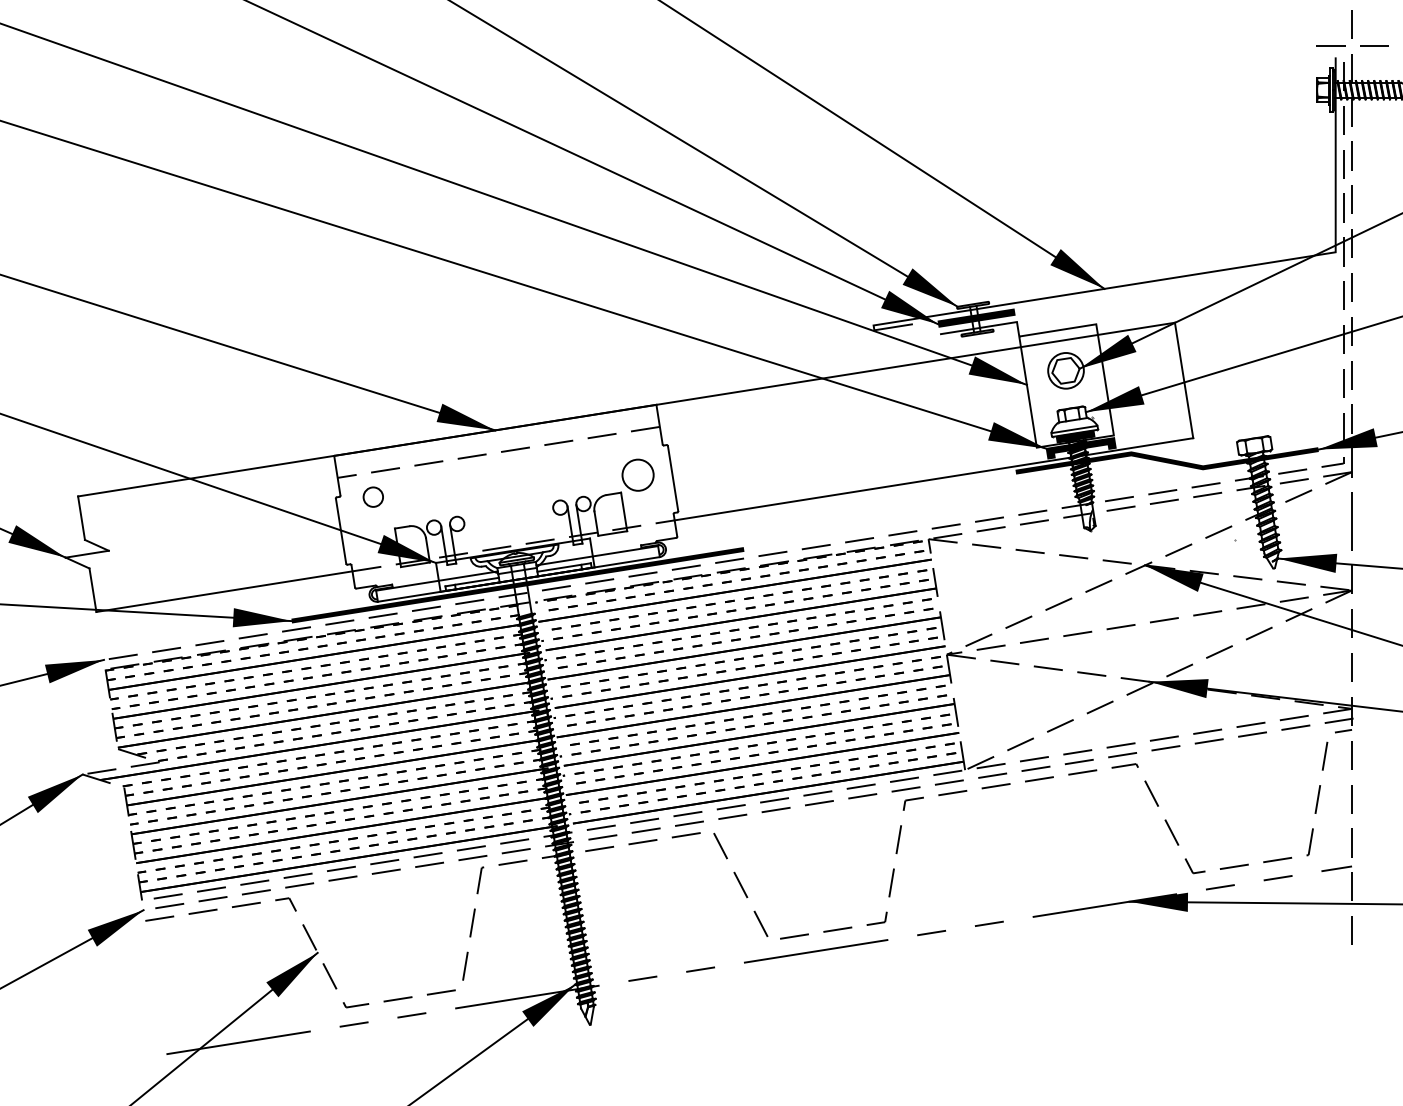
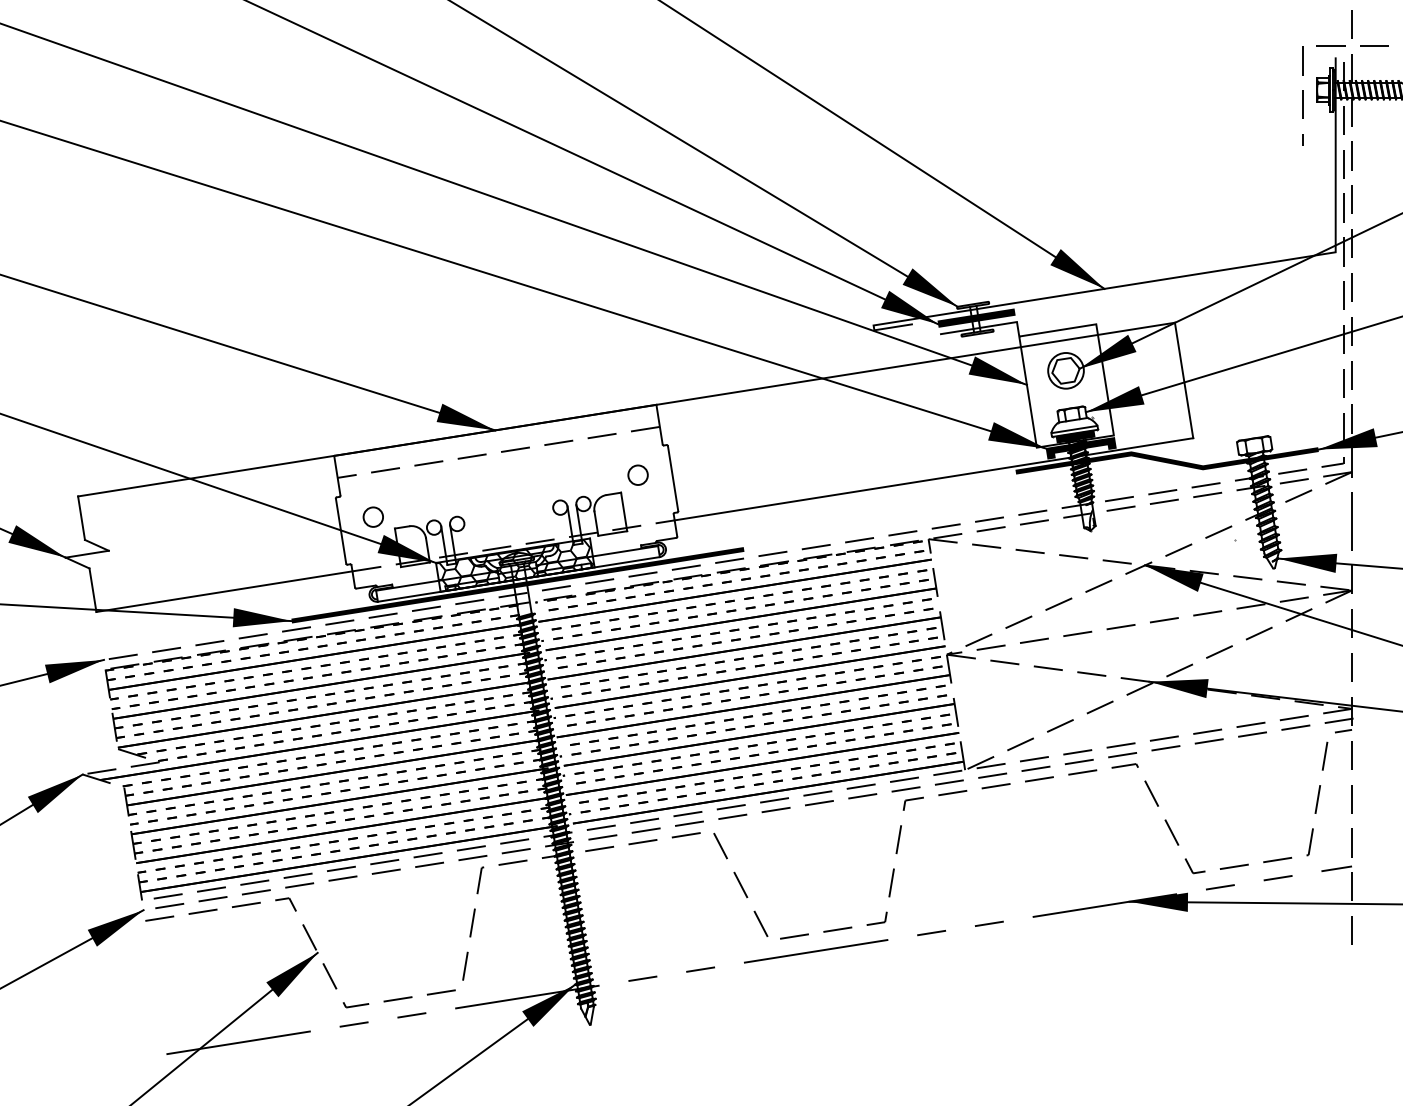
line at (1302, 95): none -> present
circle at (637, 474) diameter: 31 px -> 19 px
circle at (372, 496) position: (372, 496) -> (372, 516)
hatch at (515, 564): none -> present
